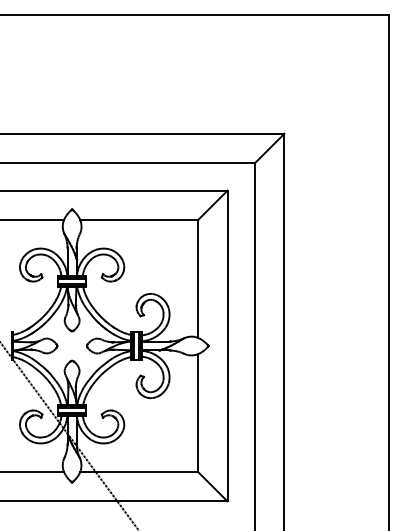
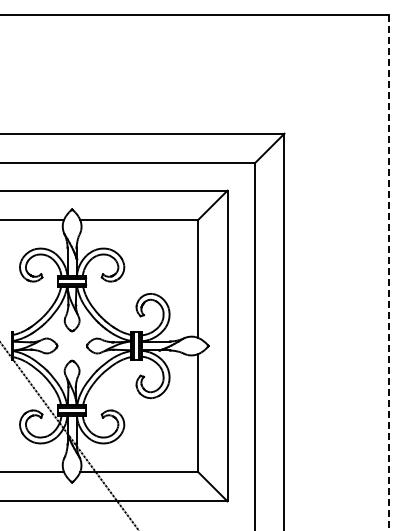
line at (389, 273): solid -> dashed
